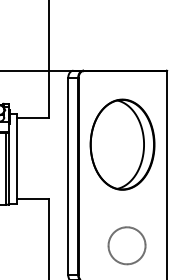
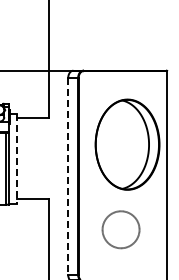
part at (122, 144) position: (122, 144) -> (127, 144)
line at (16, 159): solid -> dashed
line at (68, 176): solid -> dashed
circle at (126, 245) position: (126, 245) -> (120, 229)
